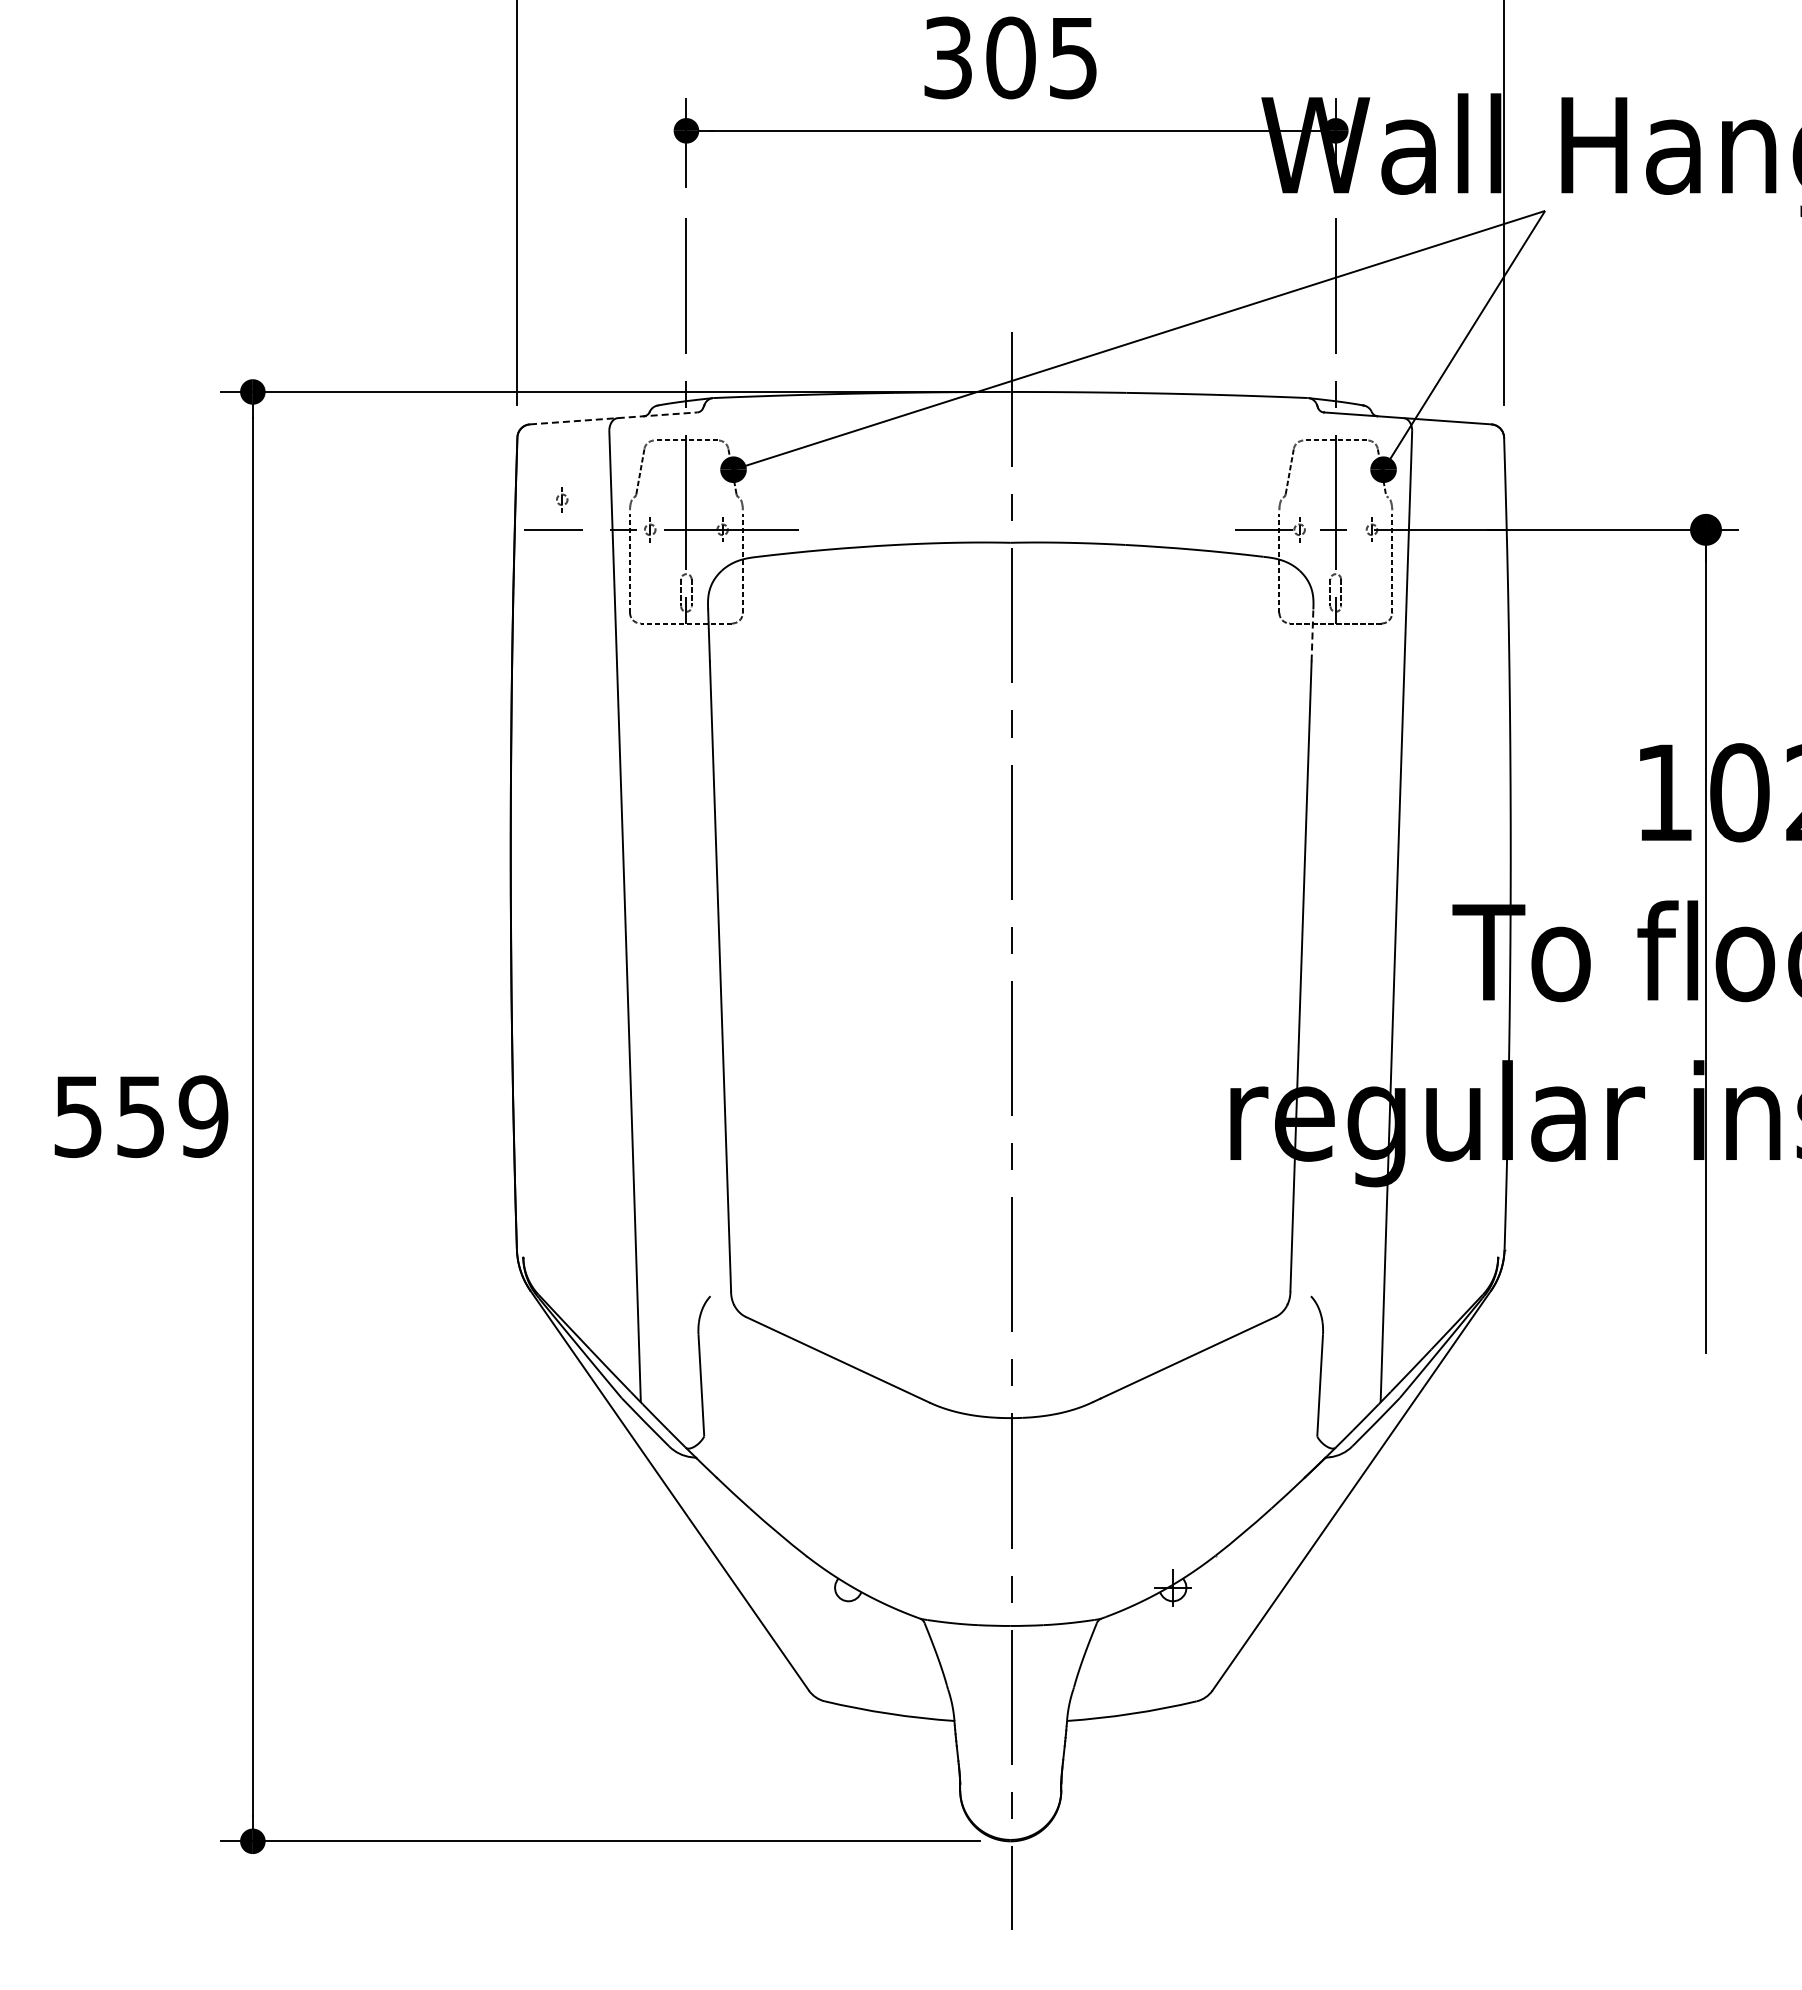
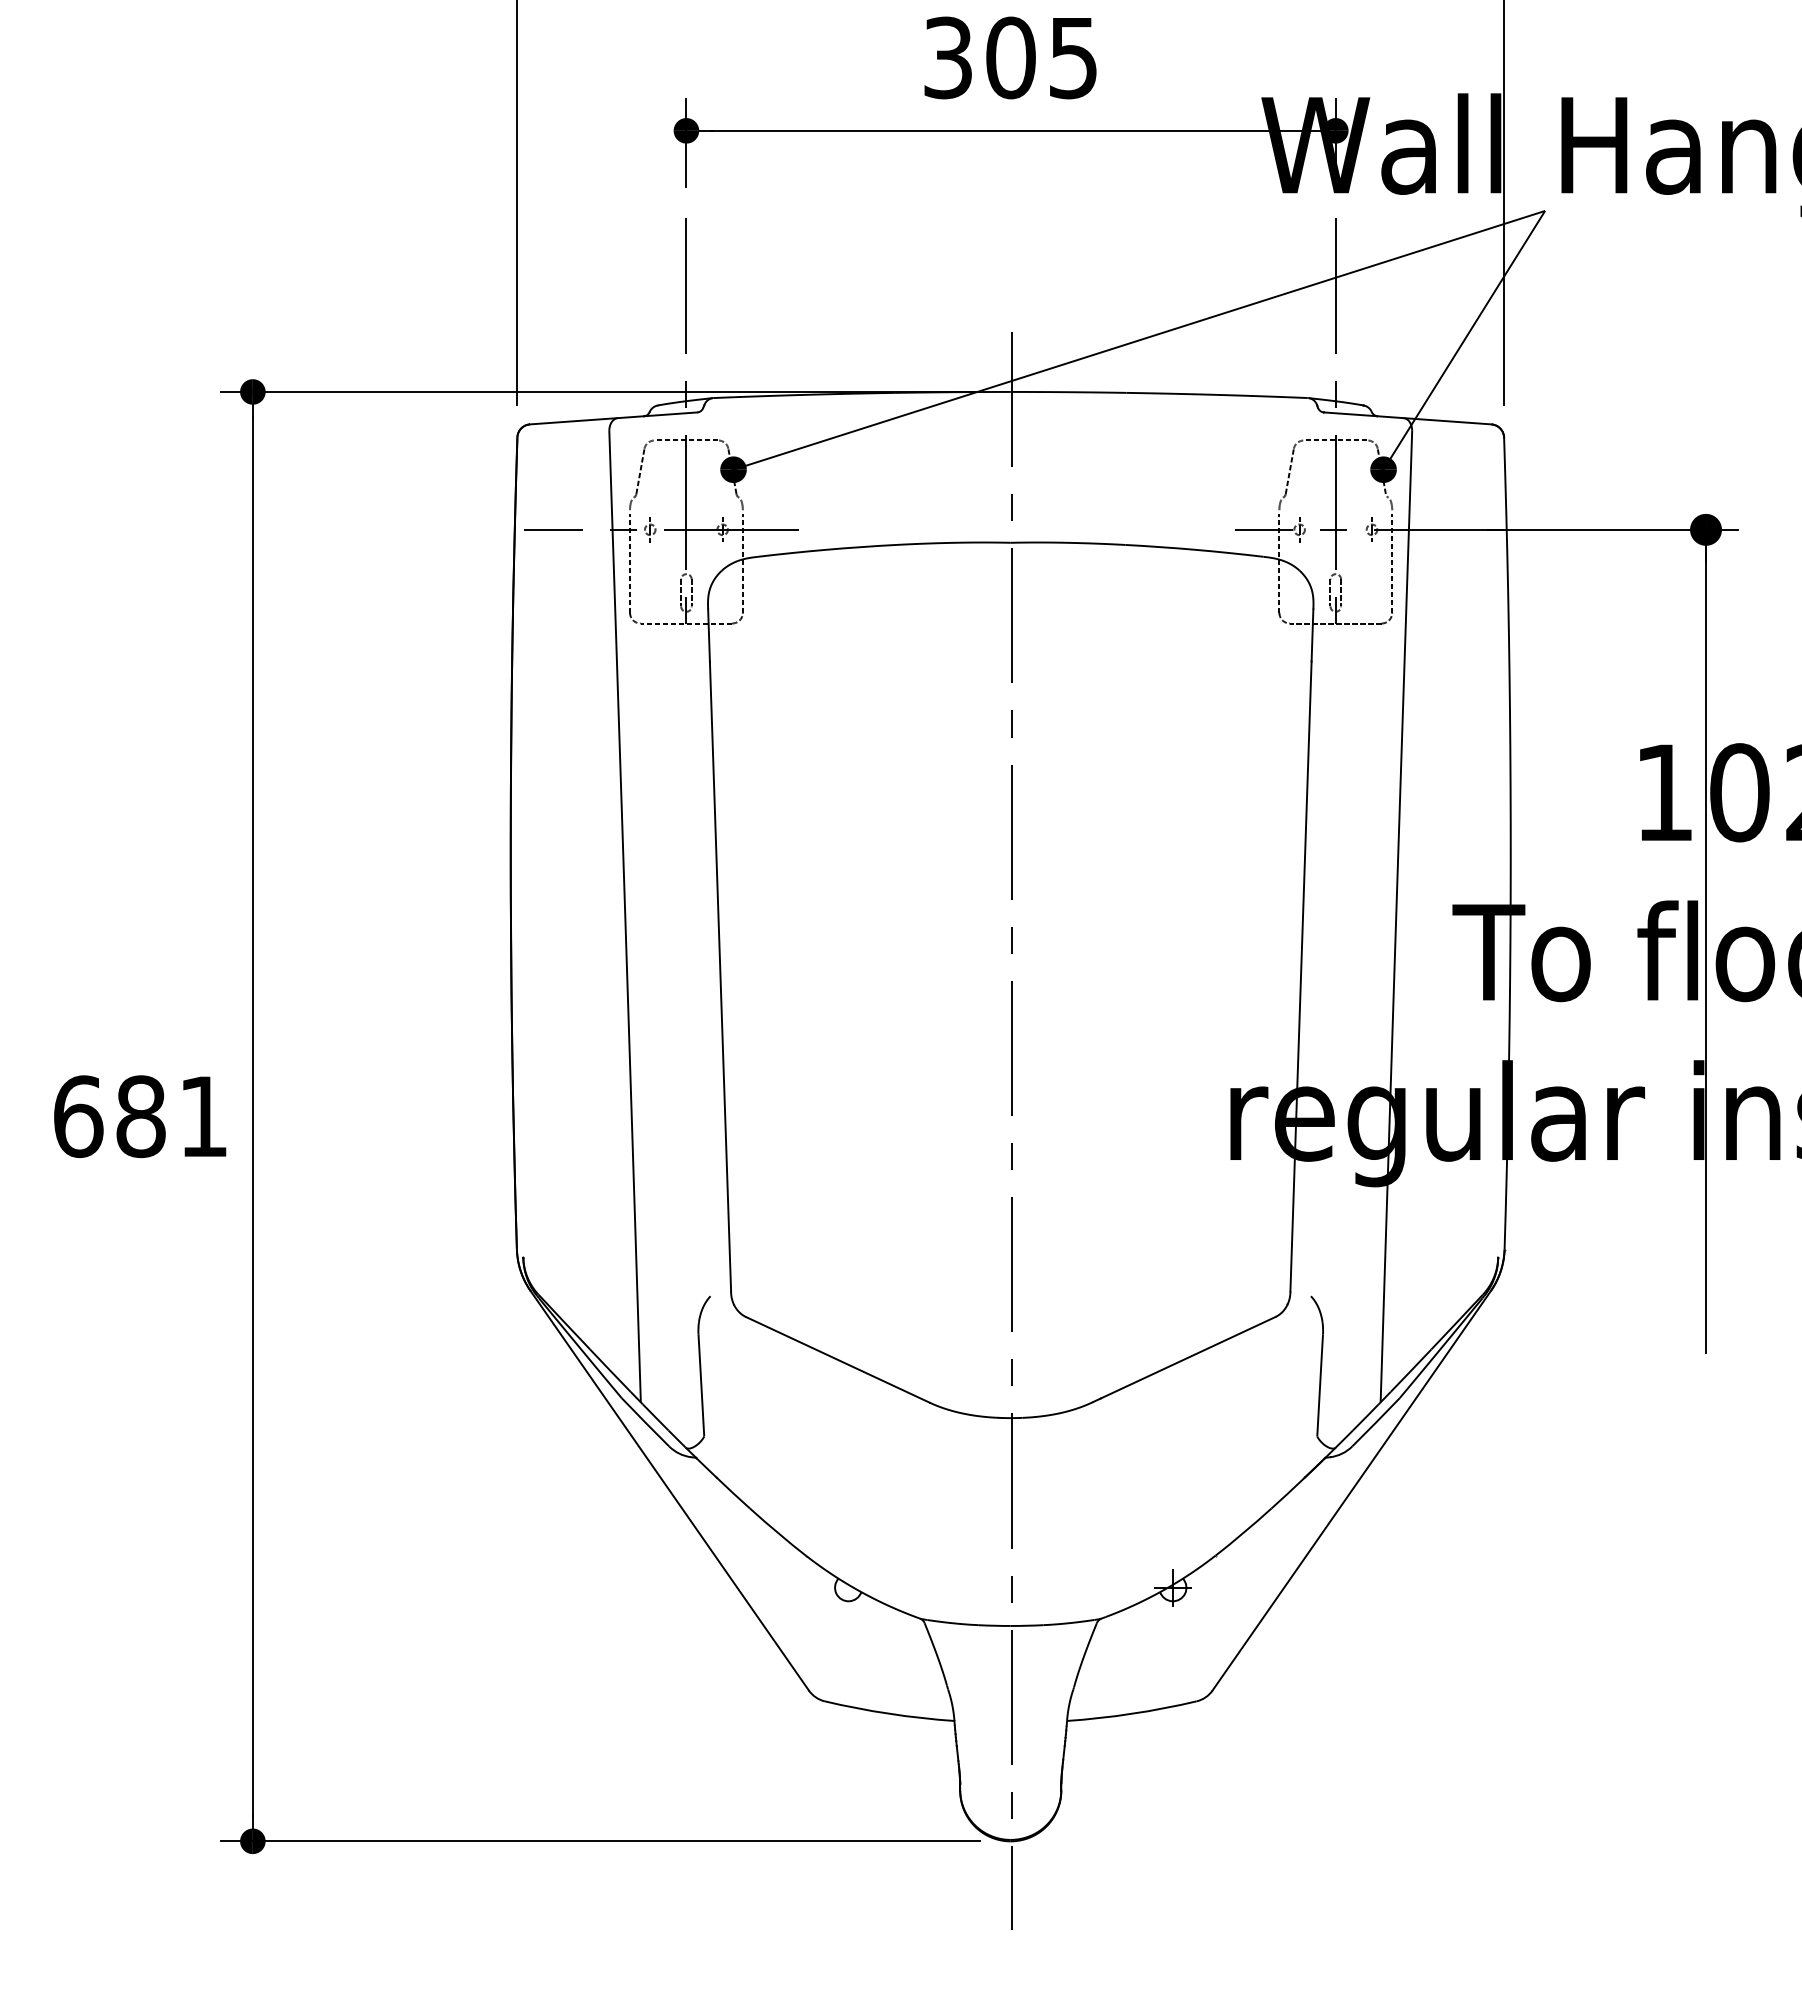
line at (613, 418): dashed -> solid
part at (562, 499): present -> none
line at (1312, 635): dashed -> solid
text at (141, 1116): 559 -> 681
